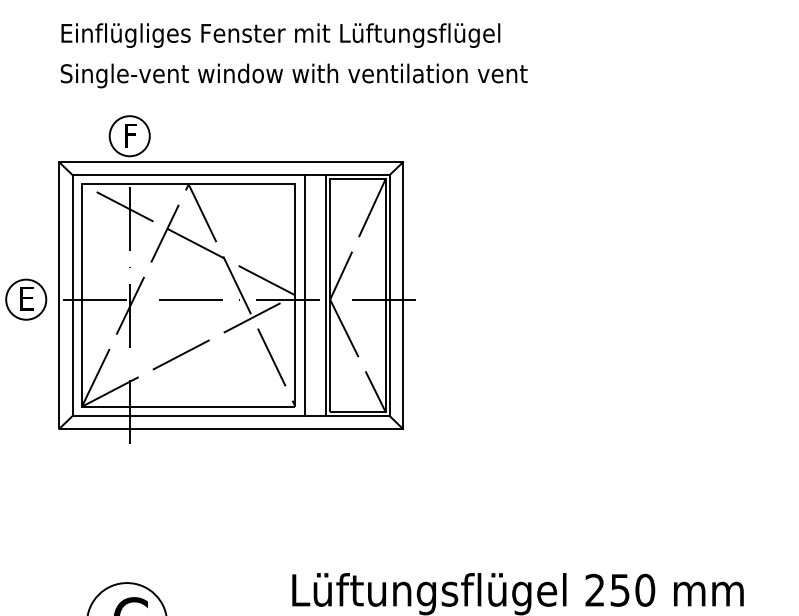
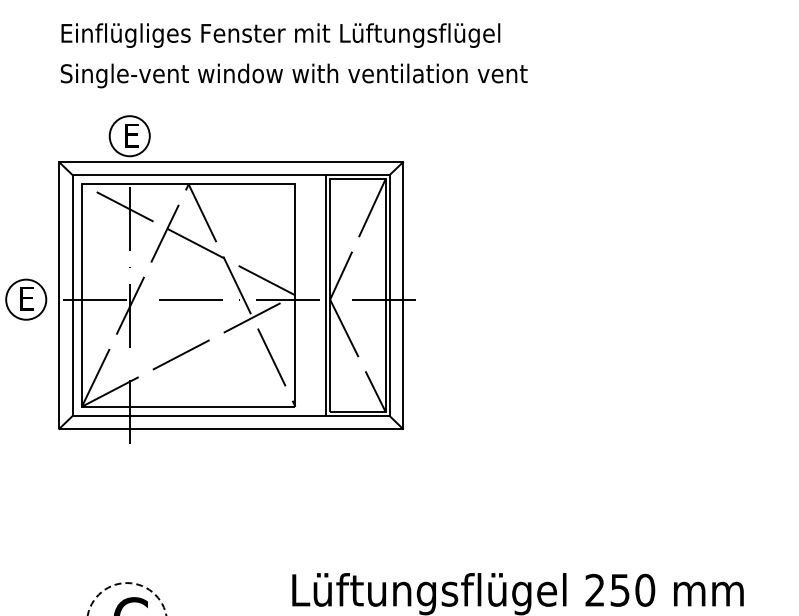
text at (133, 135): F -> E
line at (304, 295): present -> none
circle at (126, 599): solid -> dashed
